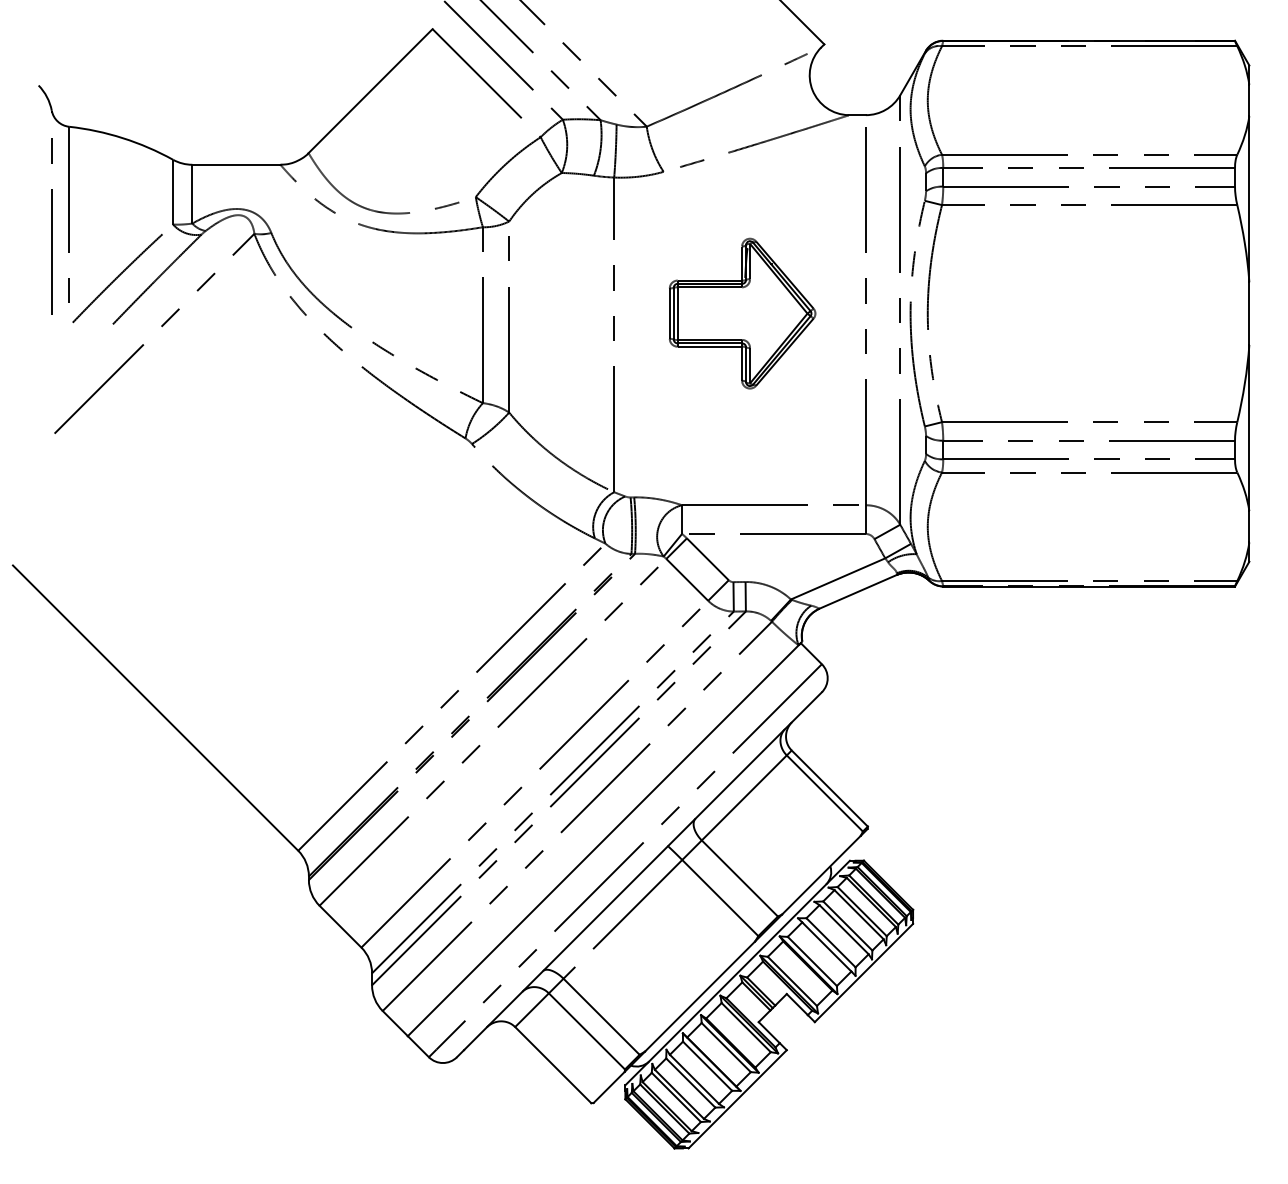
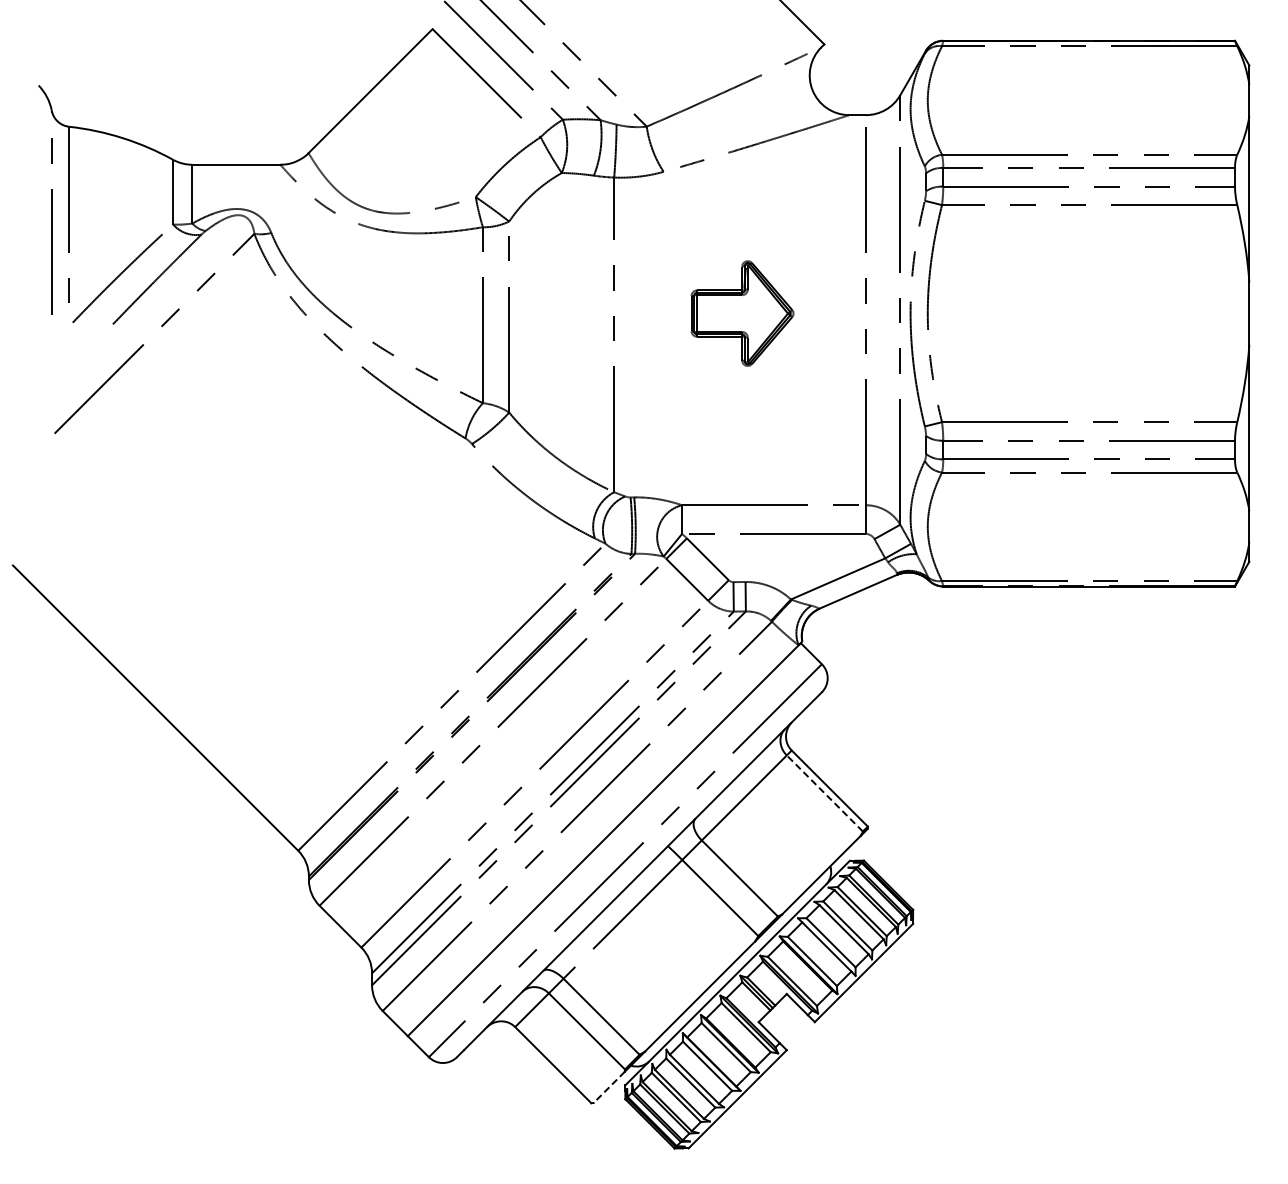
part at (742, 313) size: 149x153 px -> 105x107 px
line at (824, 793): solid -> dashed
line at (608, 1087): solid -> dashed
